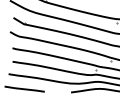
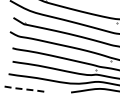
line at (25, 89): solid -> dashed
